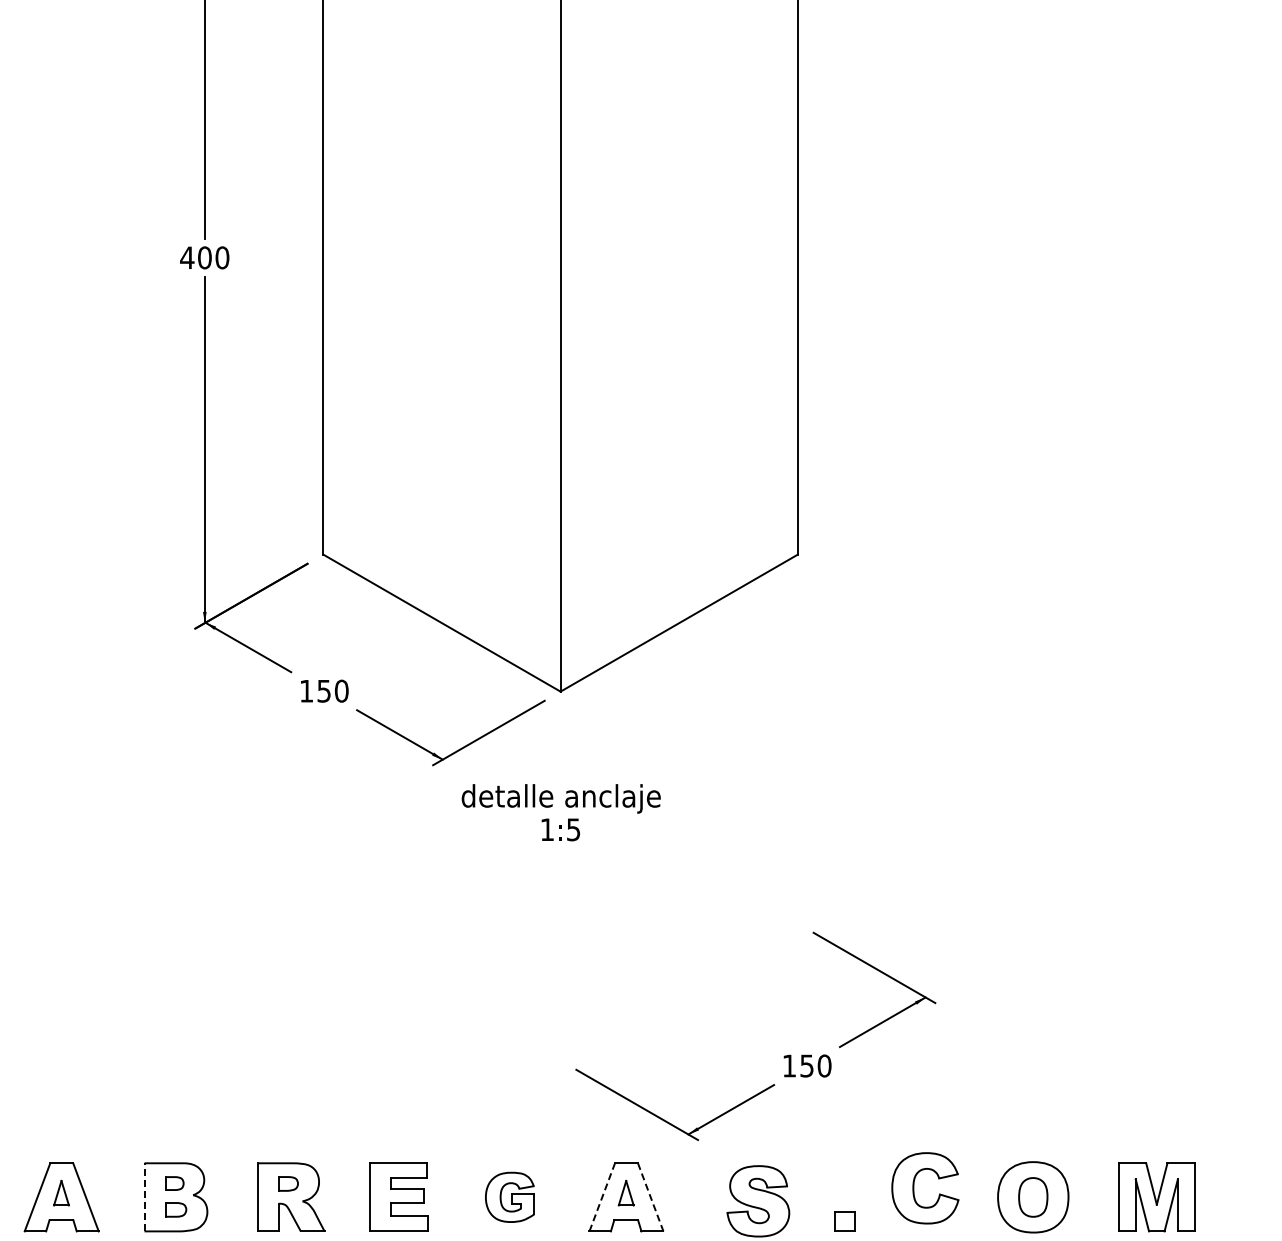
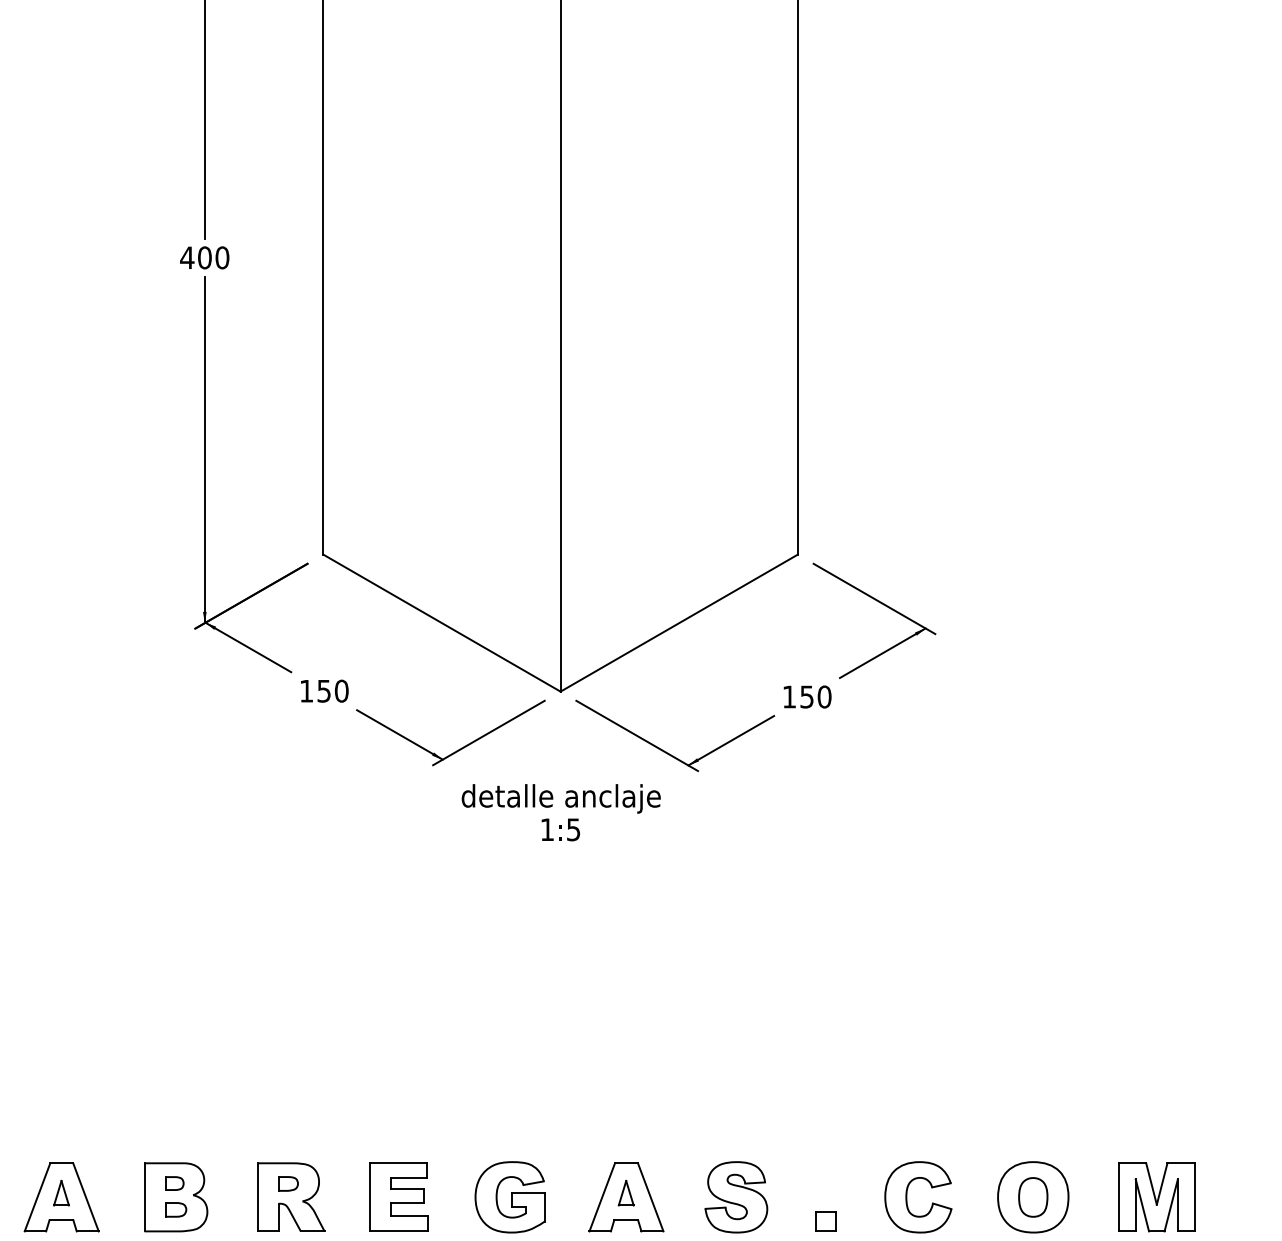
part at (783, 1056) position: (783, 1056) -> (783, 687)
part at (914, 1188) position: (914, 1188) -> (907, 1197)
line at (144, 1196): dashed -> solid
part at (509, 1196) size: 50x52 px -> 72x73 px
line at (602, 1196): dashed -> solid
line at (650, 1197): dashed -> solid
part at (758, 1201) position: (758, 1201) -> (736, 1197)
part at (844, 1221) position: (844, 1221) -> (825, 1221)
